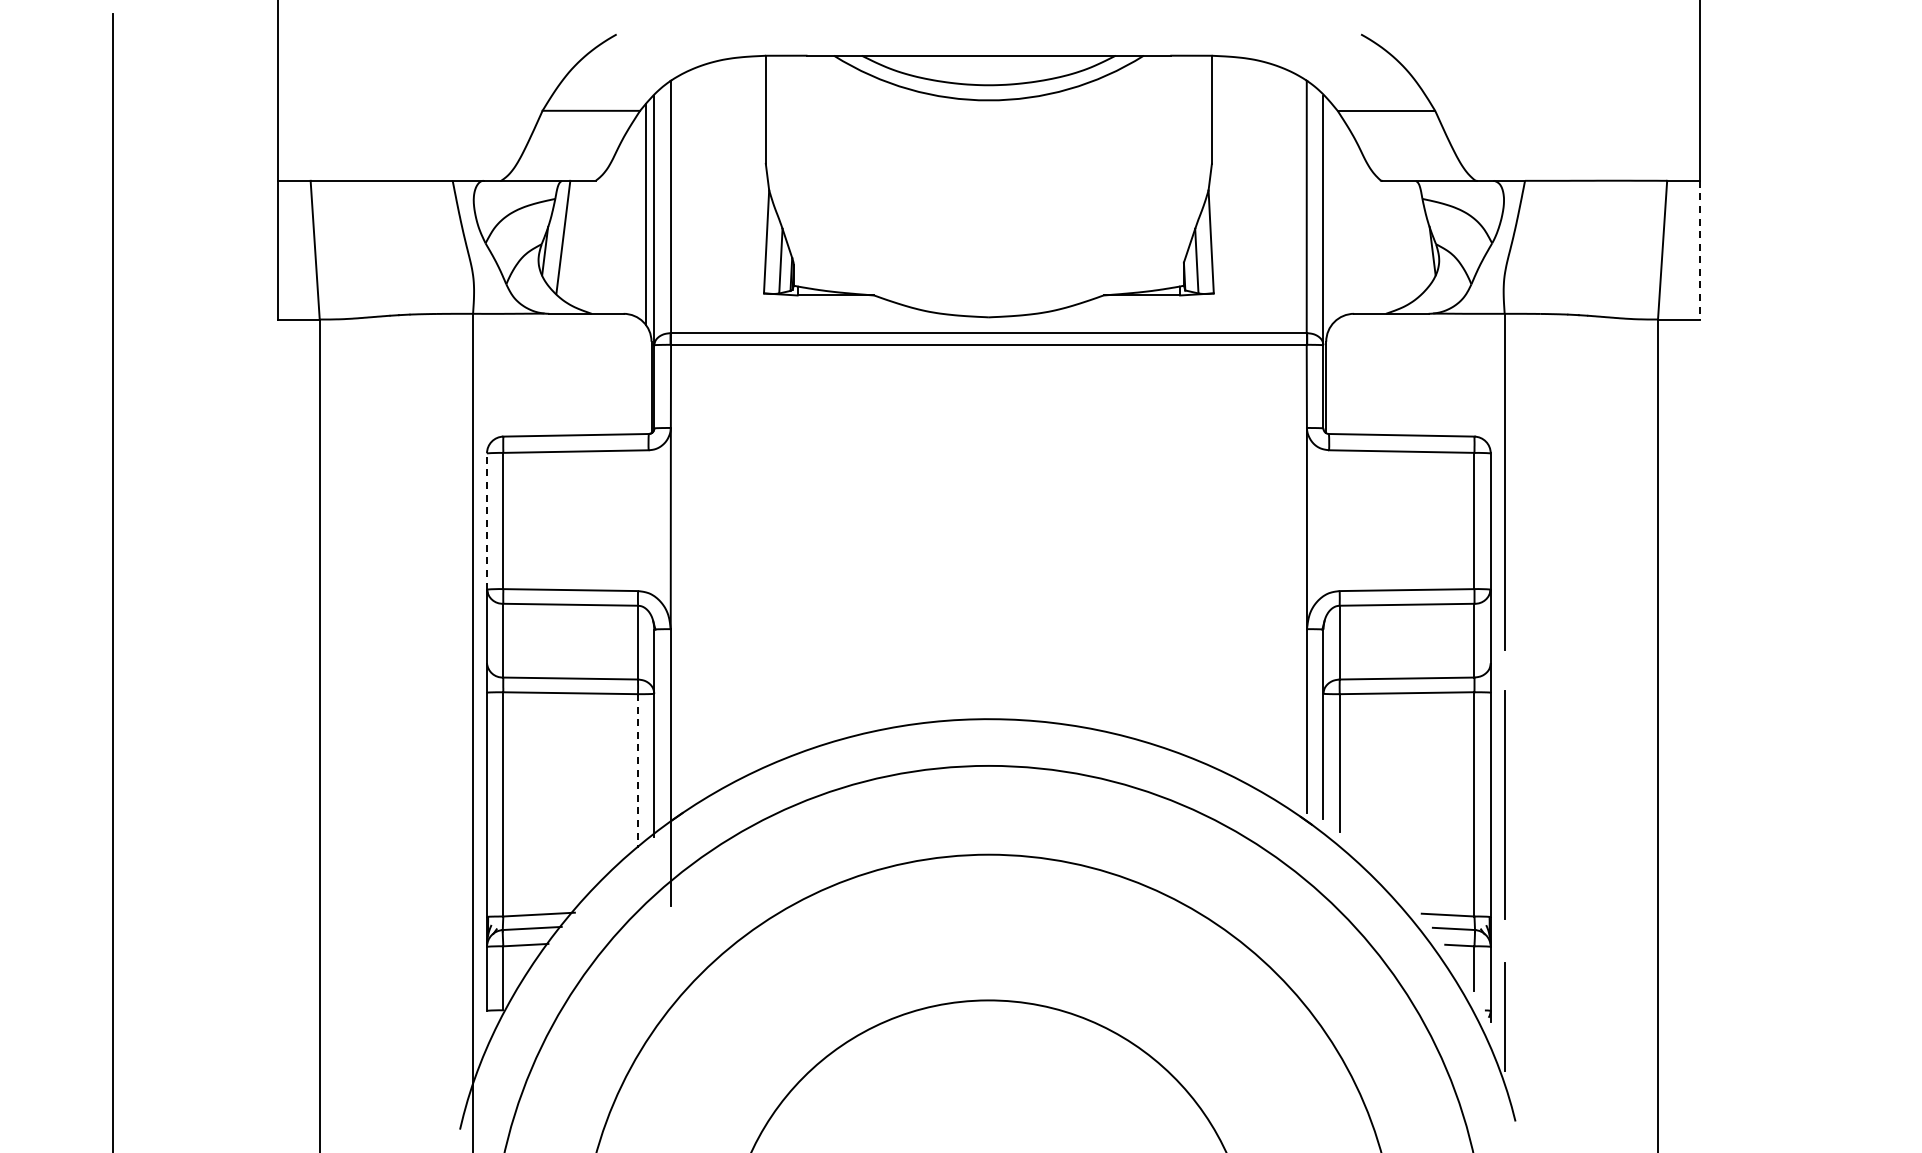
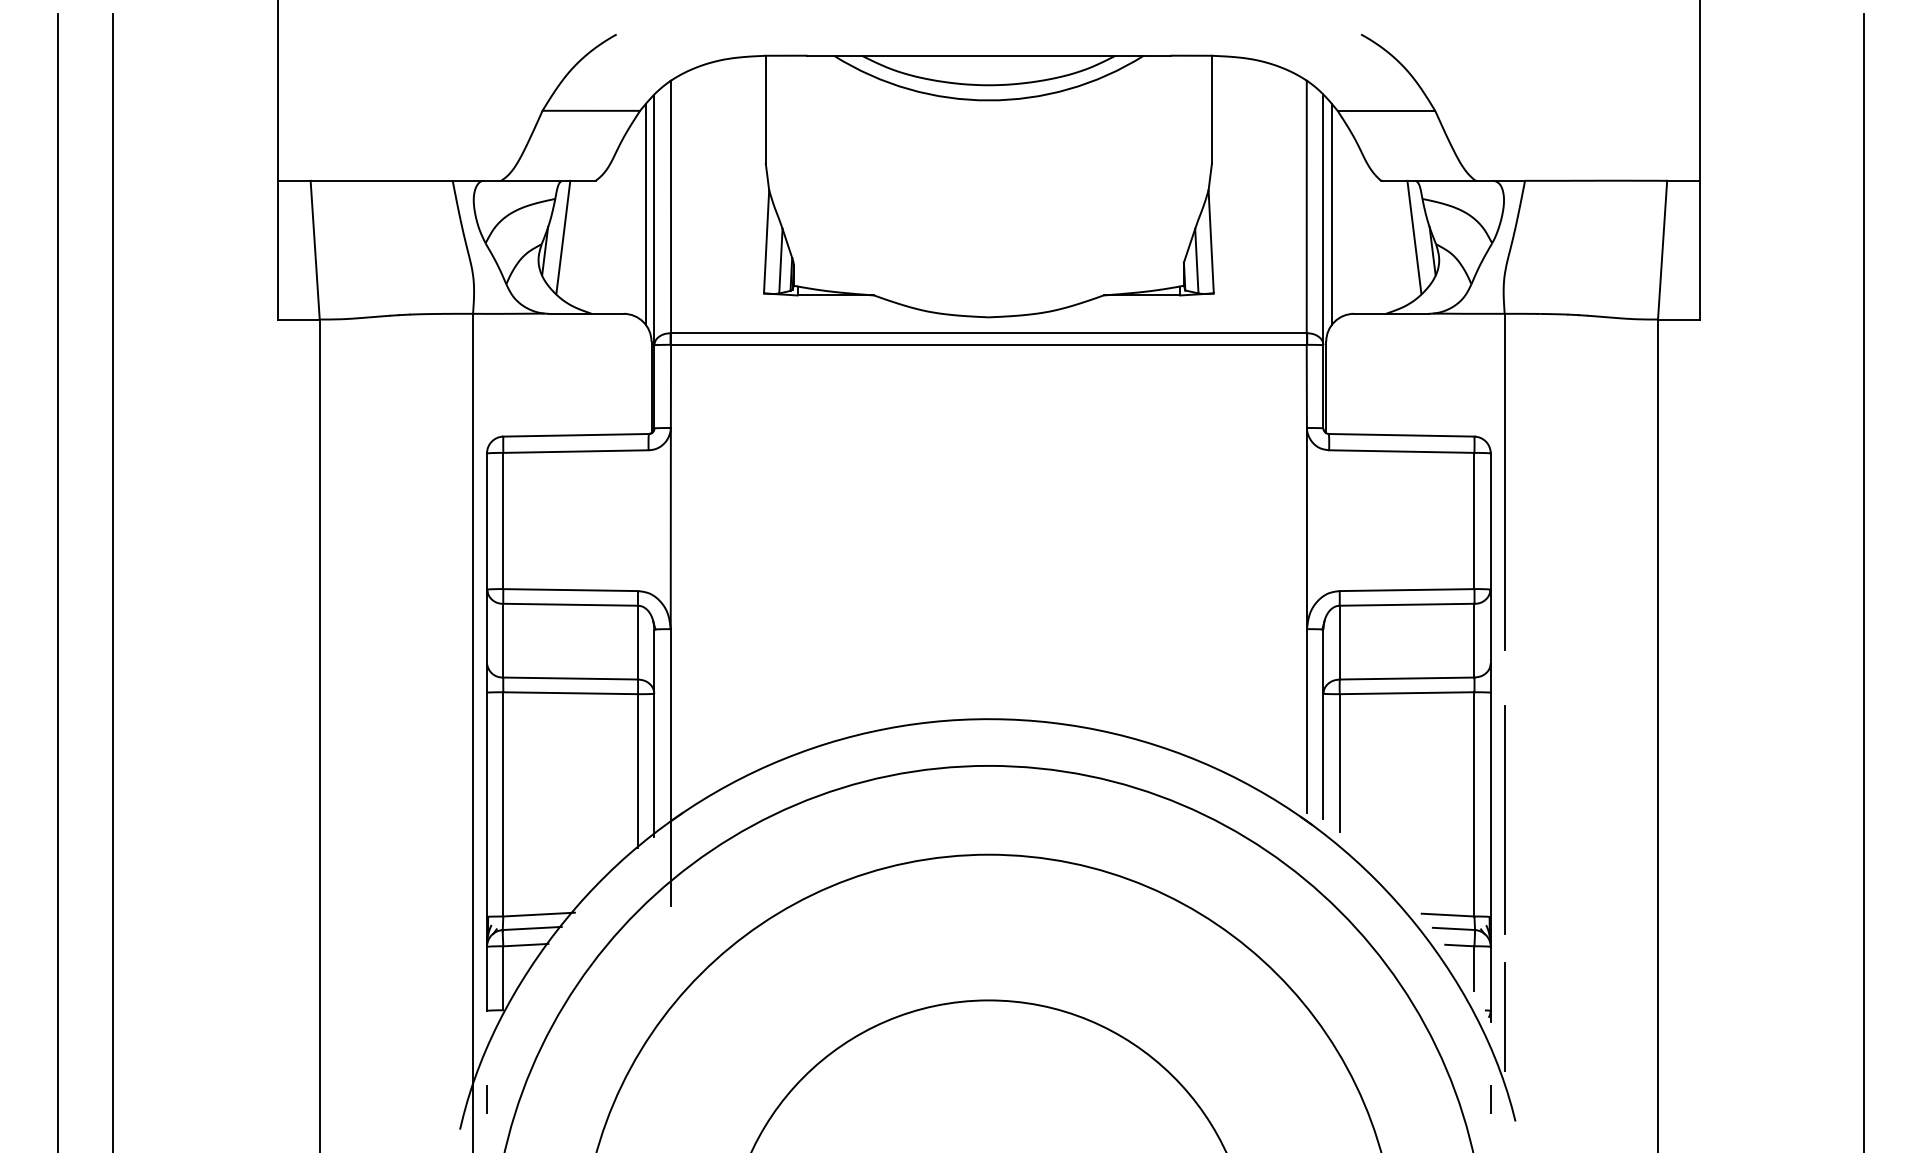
line at (1331, 214): none -> present
line at (1414, 236): none -> present
line at (1699, 250): dashed -> solid
line at (487, 520): dashed -> solid
line at (57, 581): none -> present
line at (1864, 581): none -> present
line at (638, 771): dashed -> solid
line at (1504, 804) position: (1504, 804) -> (1504, 819)
line at (486, 1099): none -> present
line at (1490, 1099): none -> present
